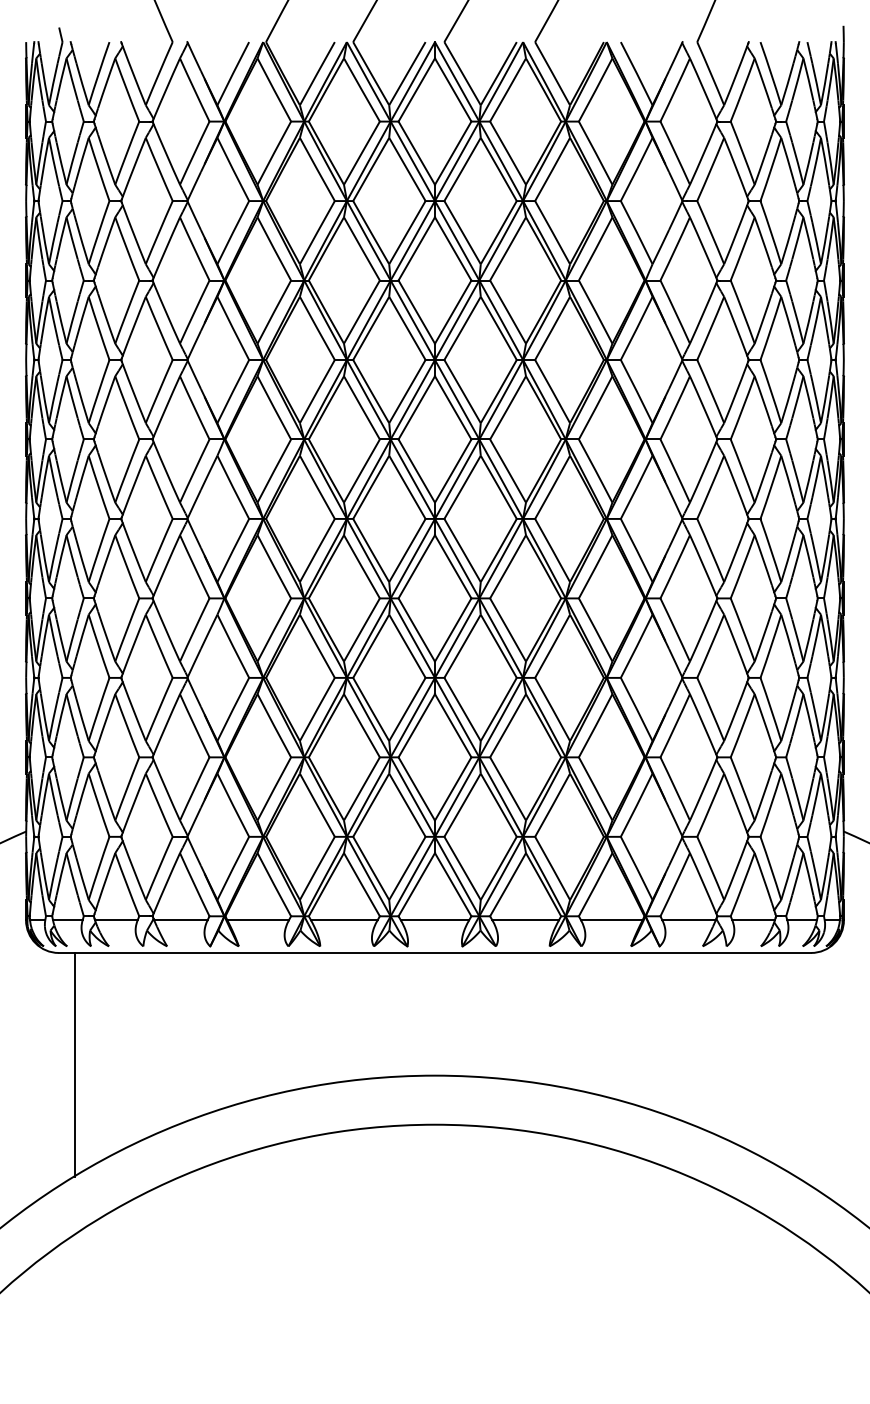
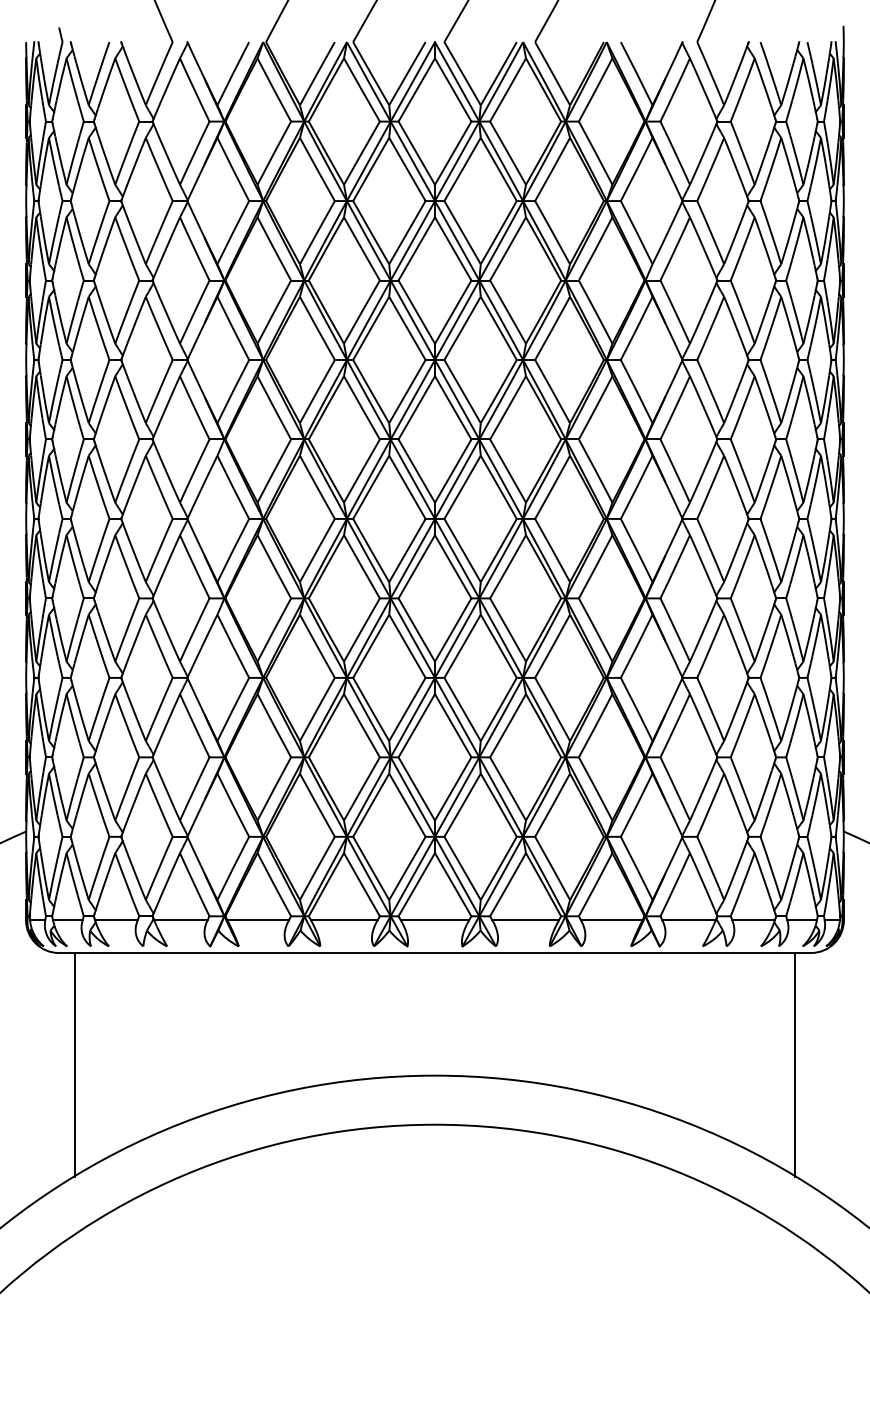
line at (794, 1064): none -> present
